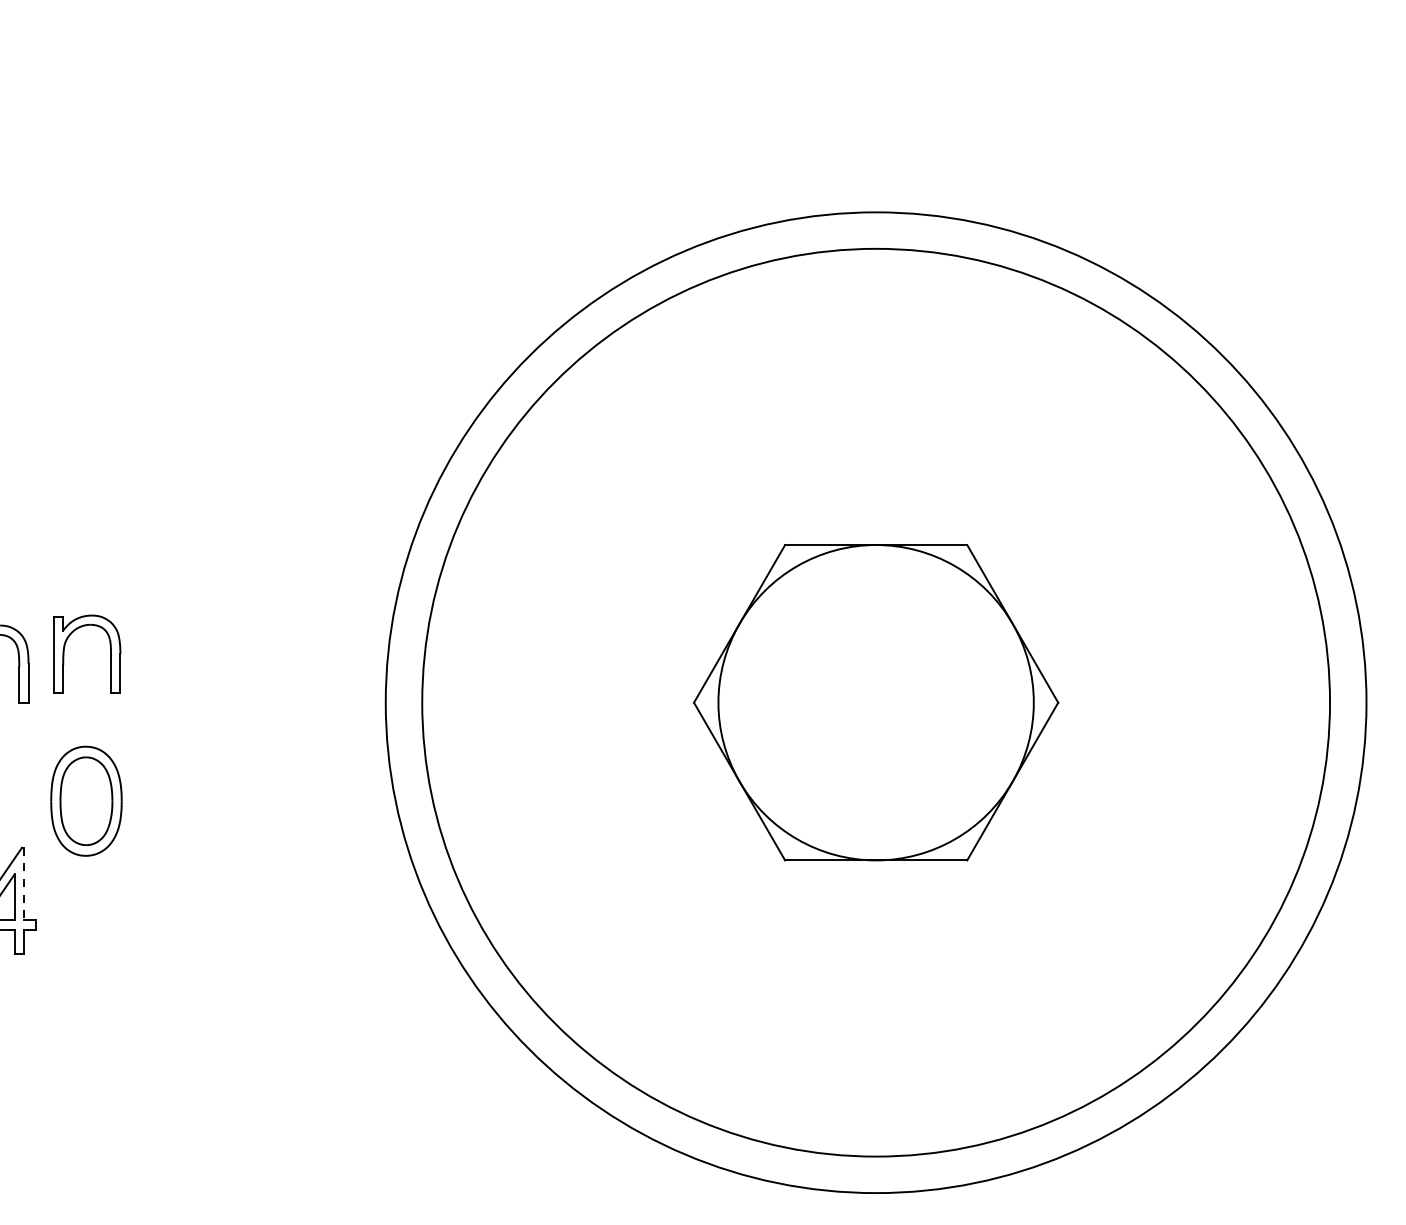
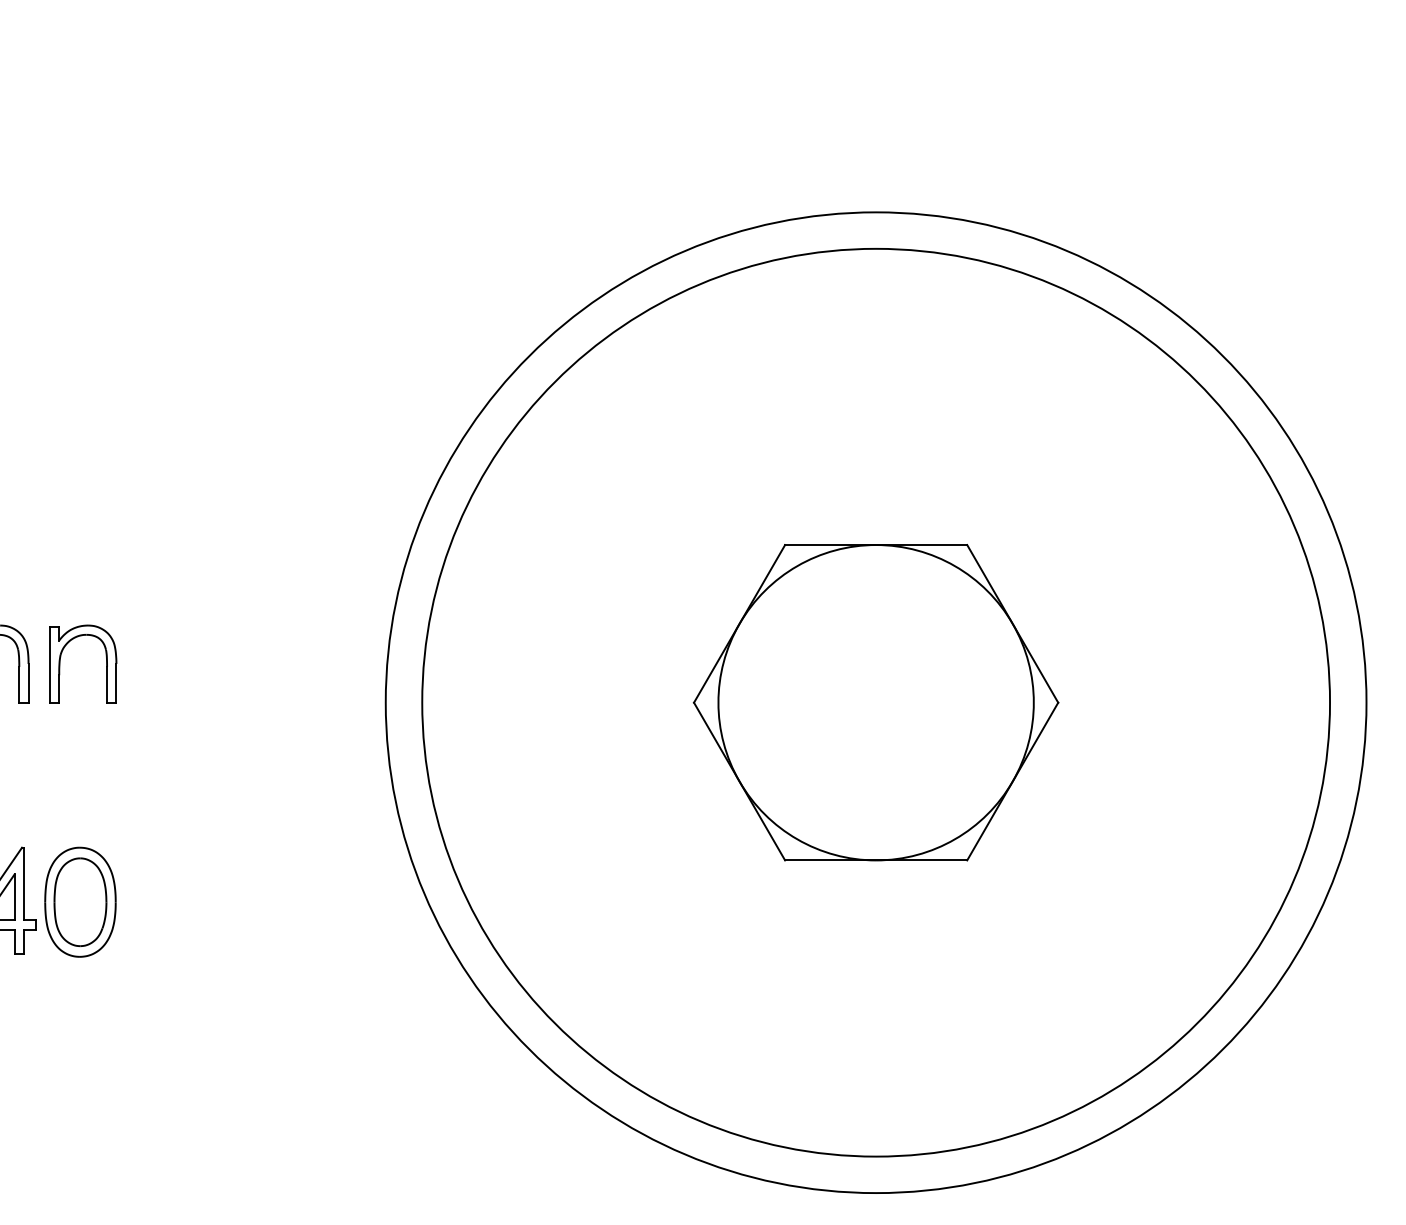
part at (64, 653) position: (64, 653) -> (60, 663)
part at (86, 800) position: (86, 800) -> (80, 901)
line at (23, 883): dashed -> solid
